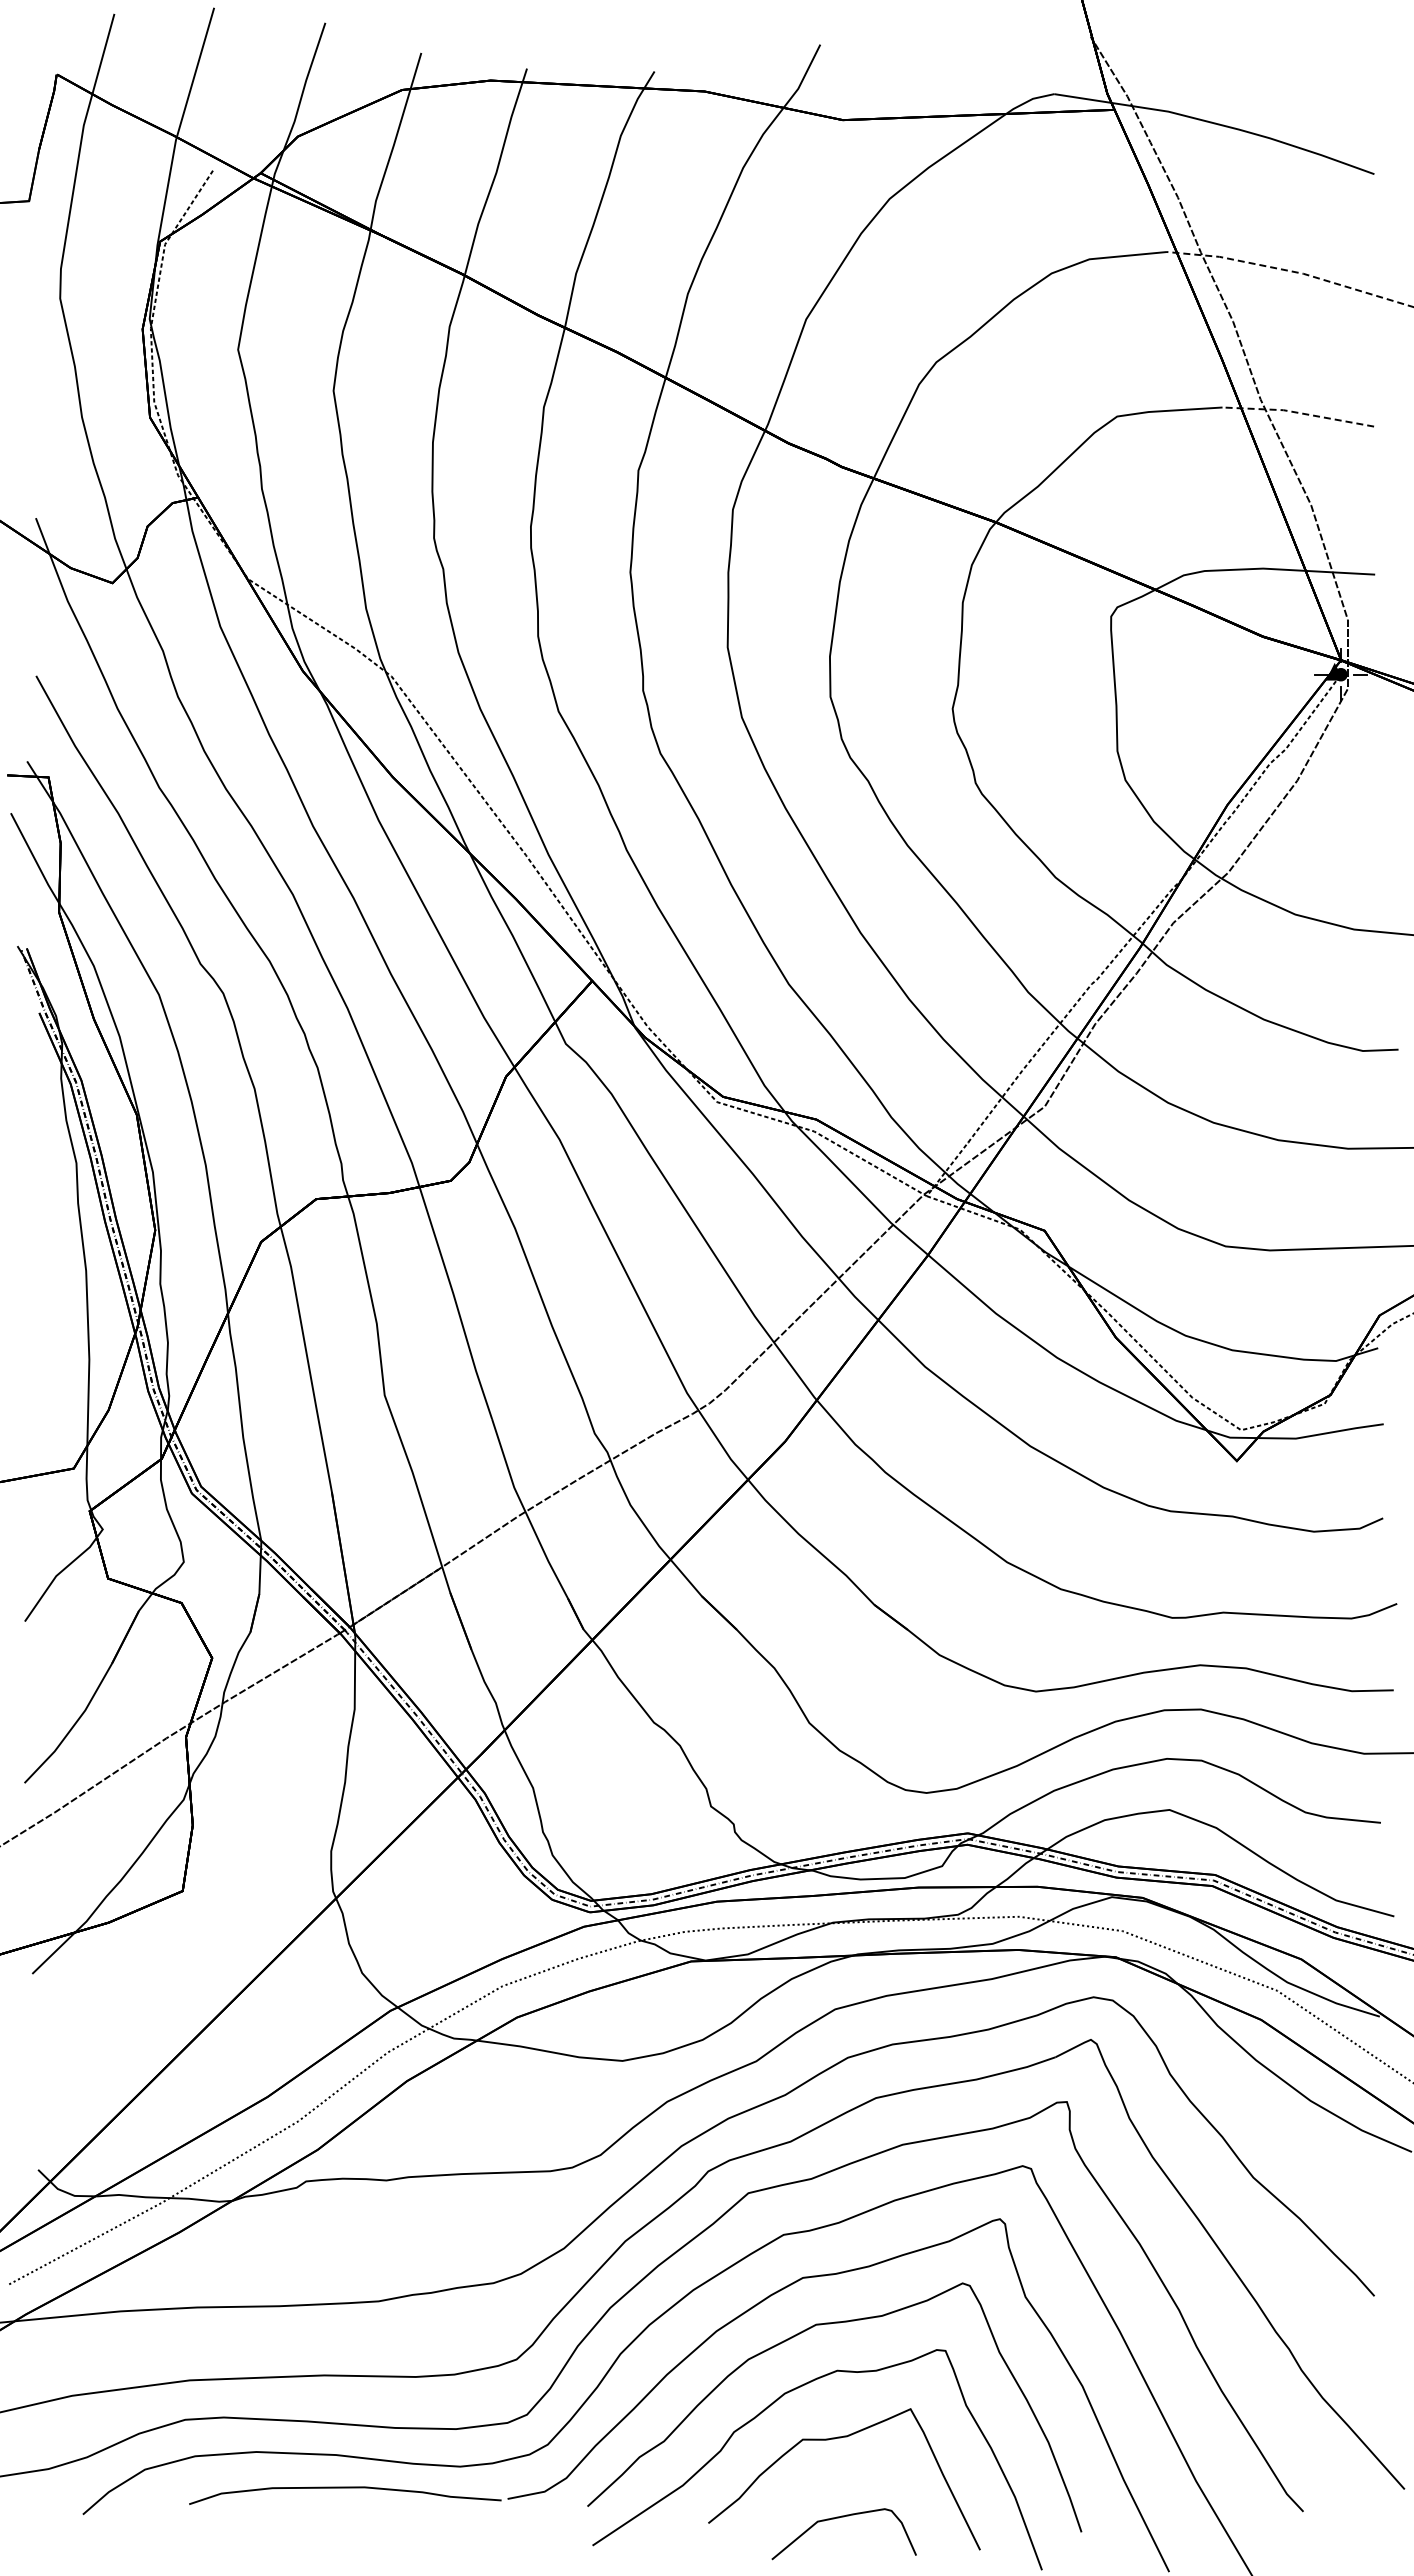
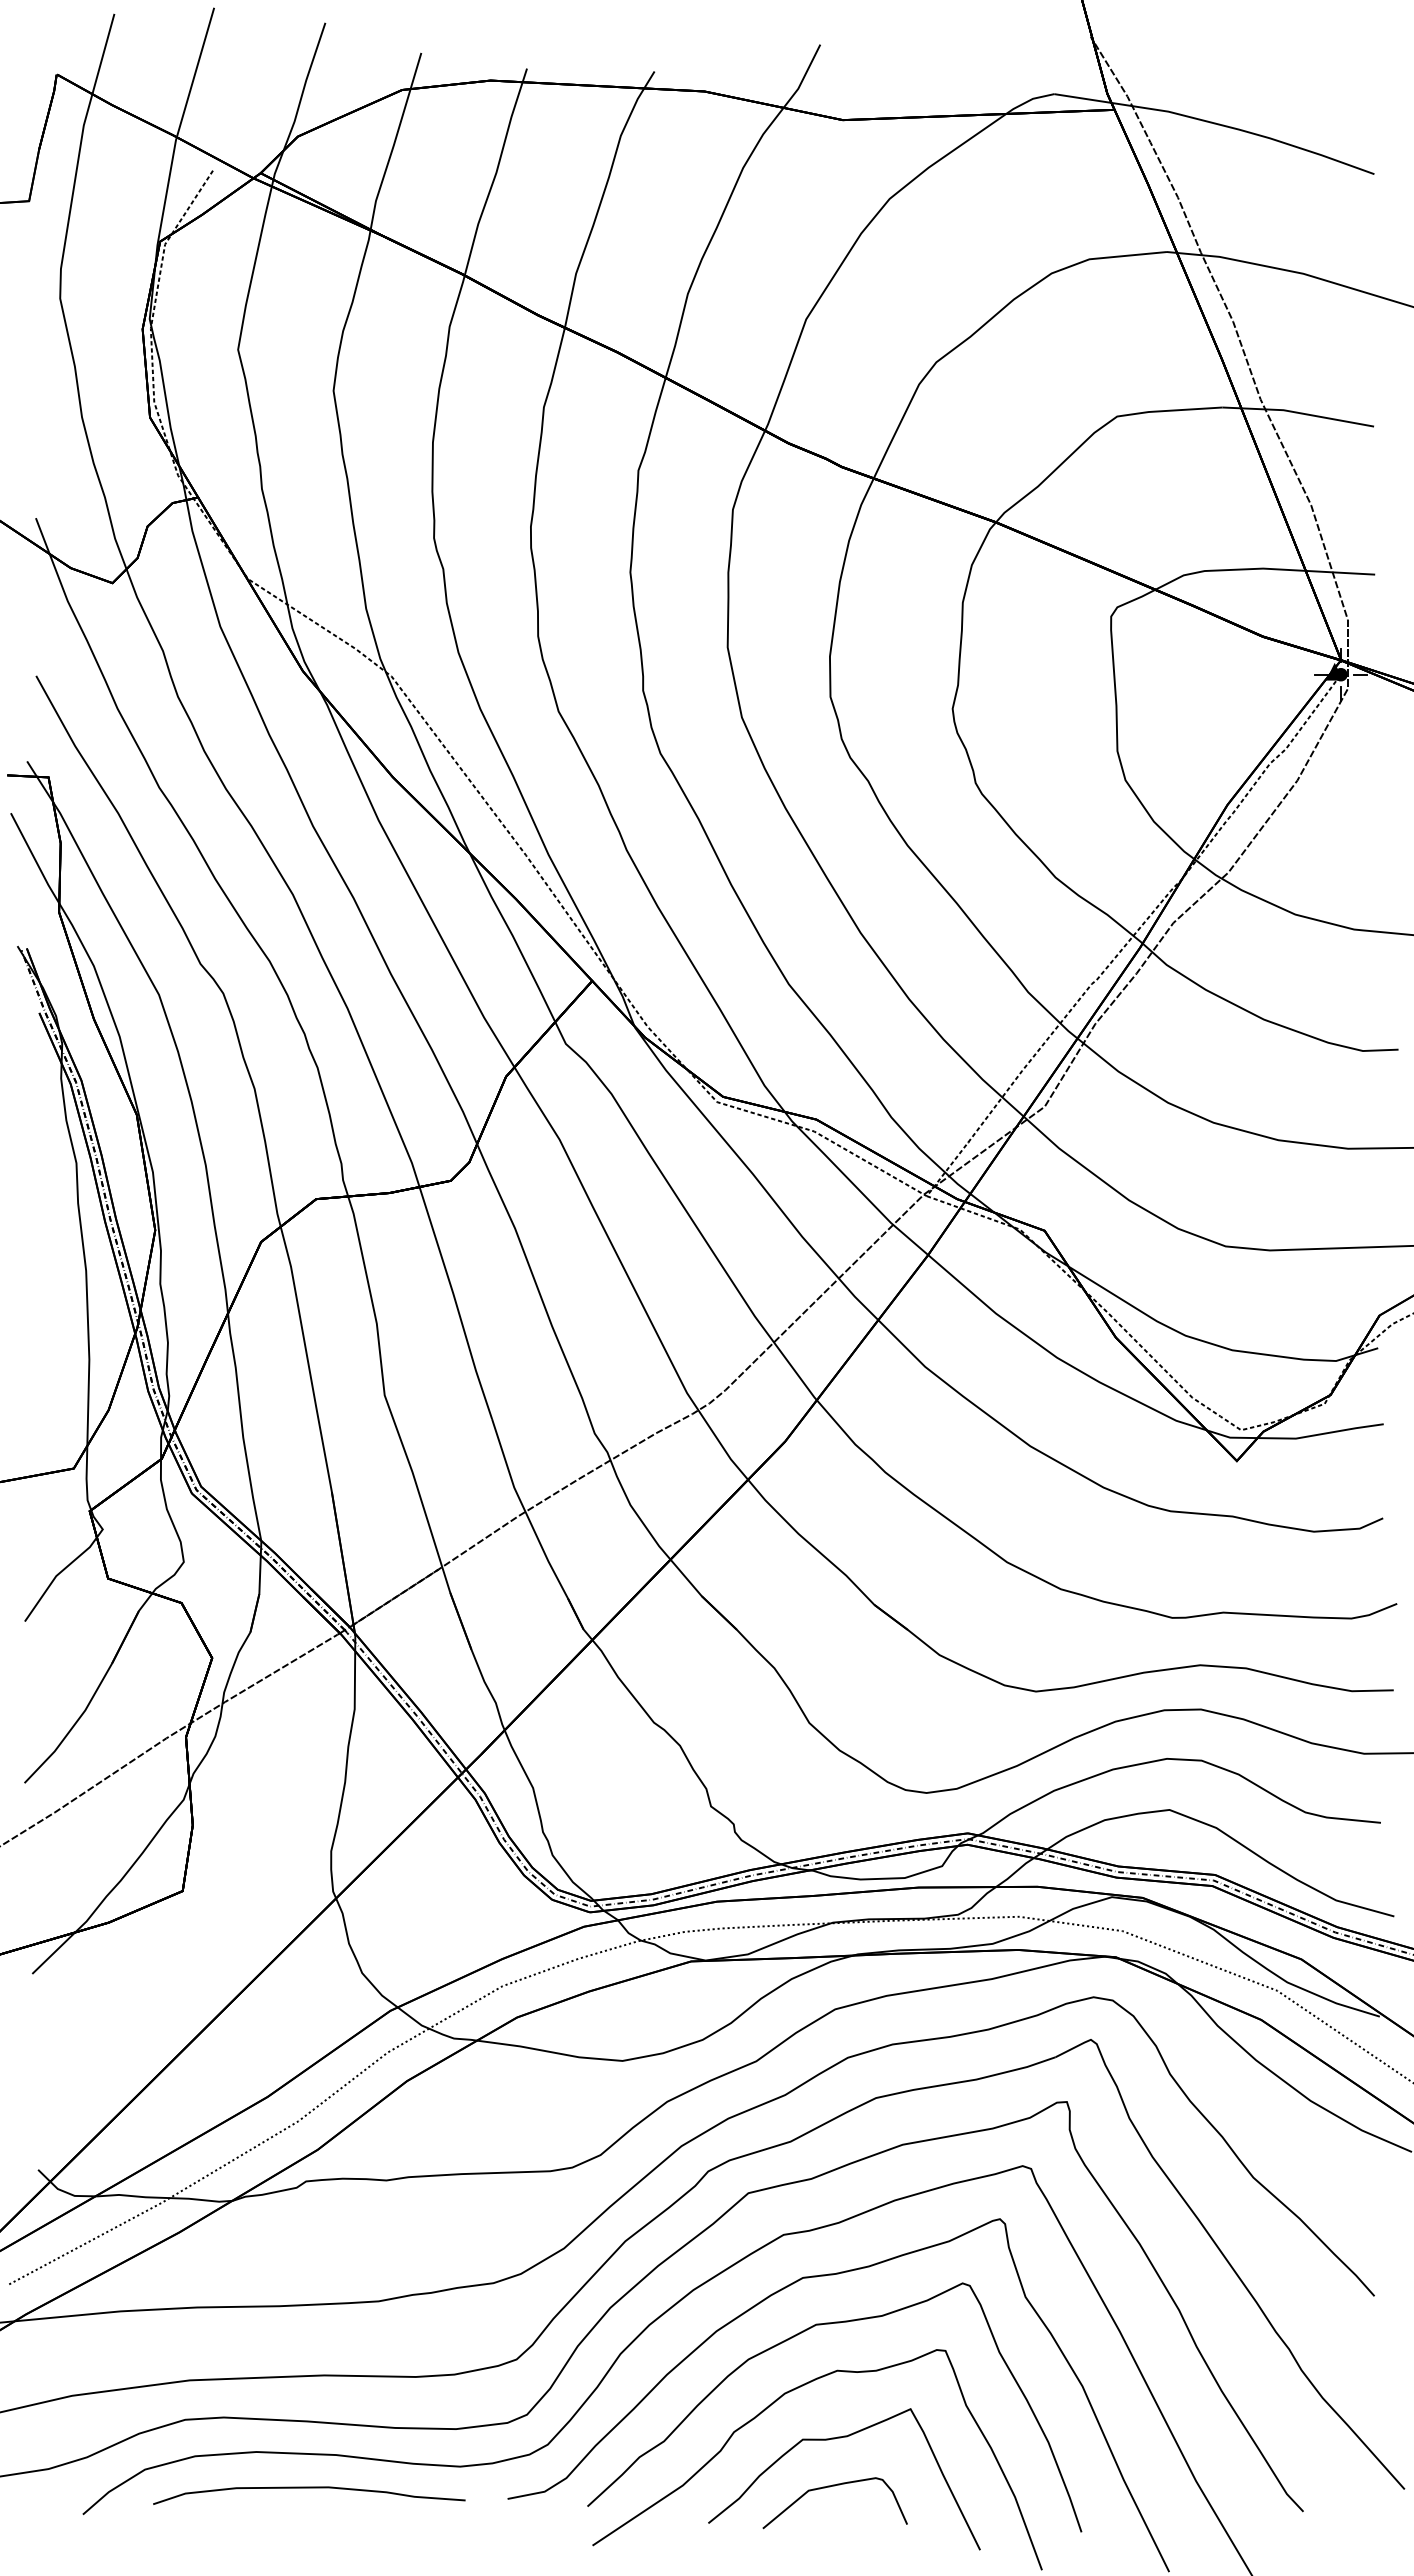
line at (1291, 271): dashed -> solid
line at (1297, 412): dashed -> solid
curve at (345, 2488) position: (345, 2488) -> (309, 2488)
curve at (839, 2518) position: (839, 2518) -> (830, 2487)
